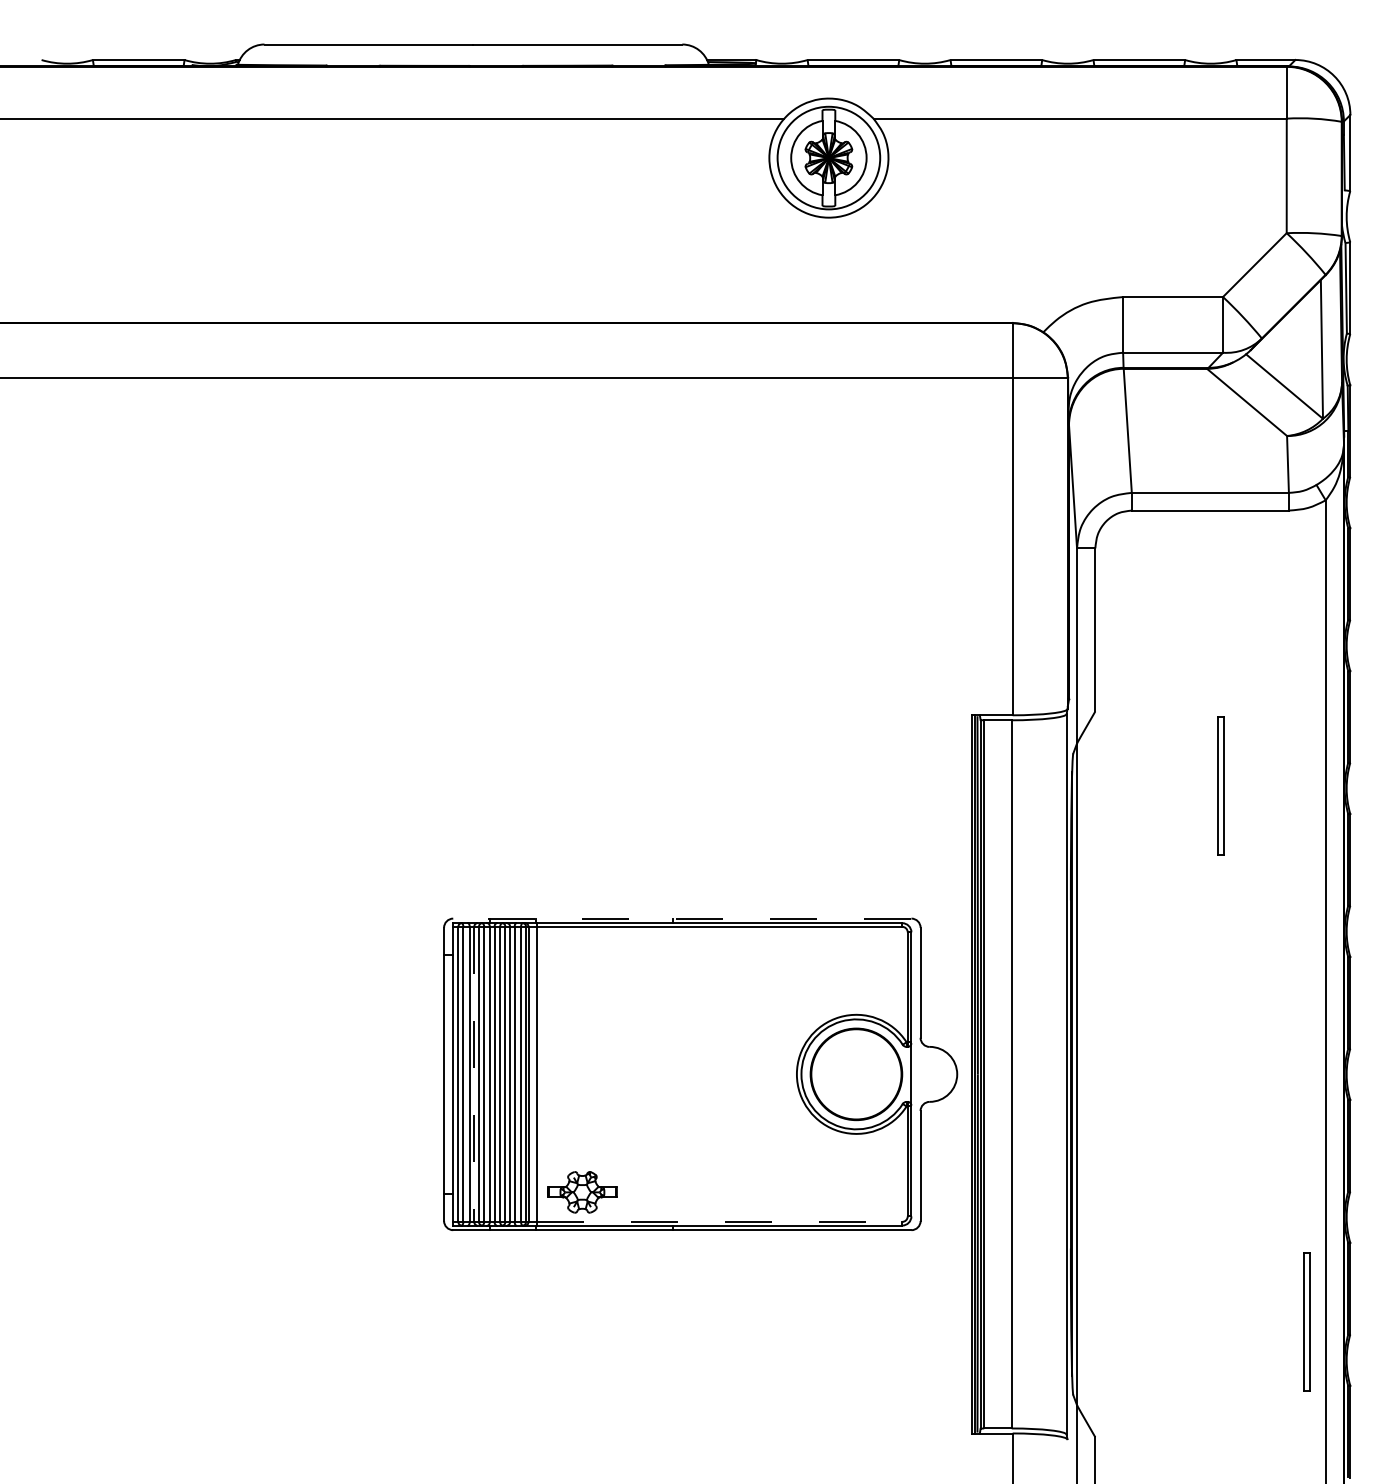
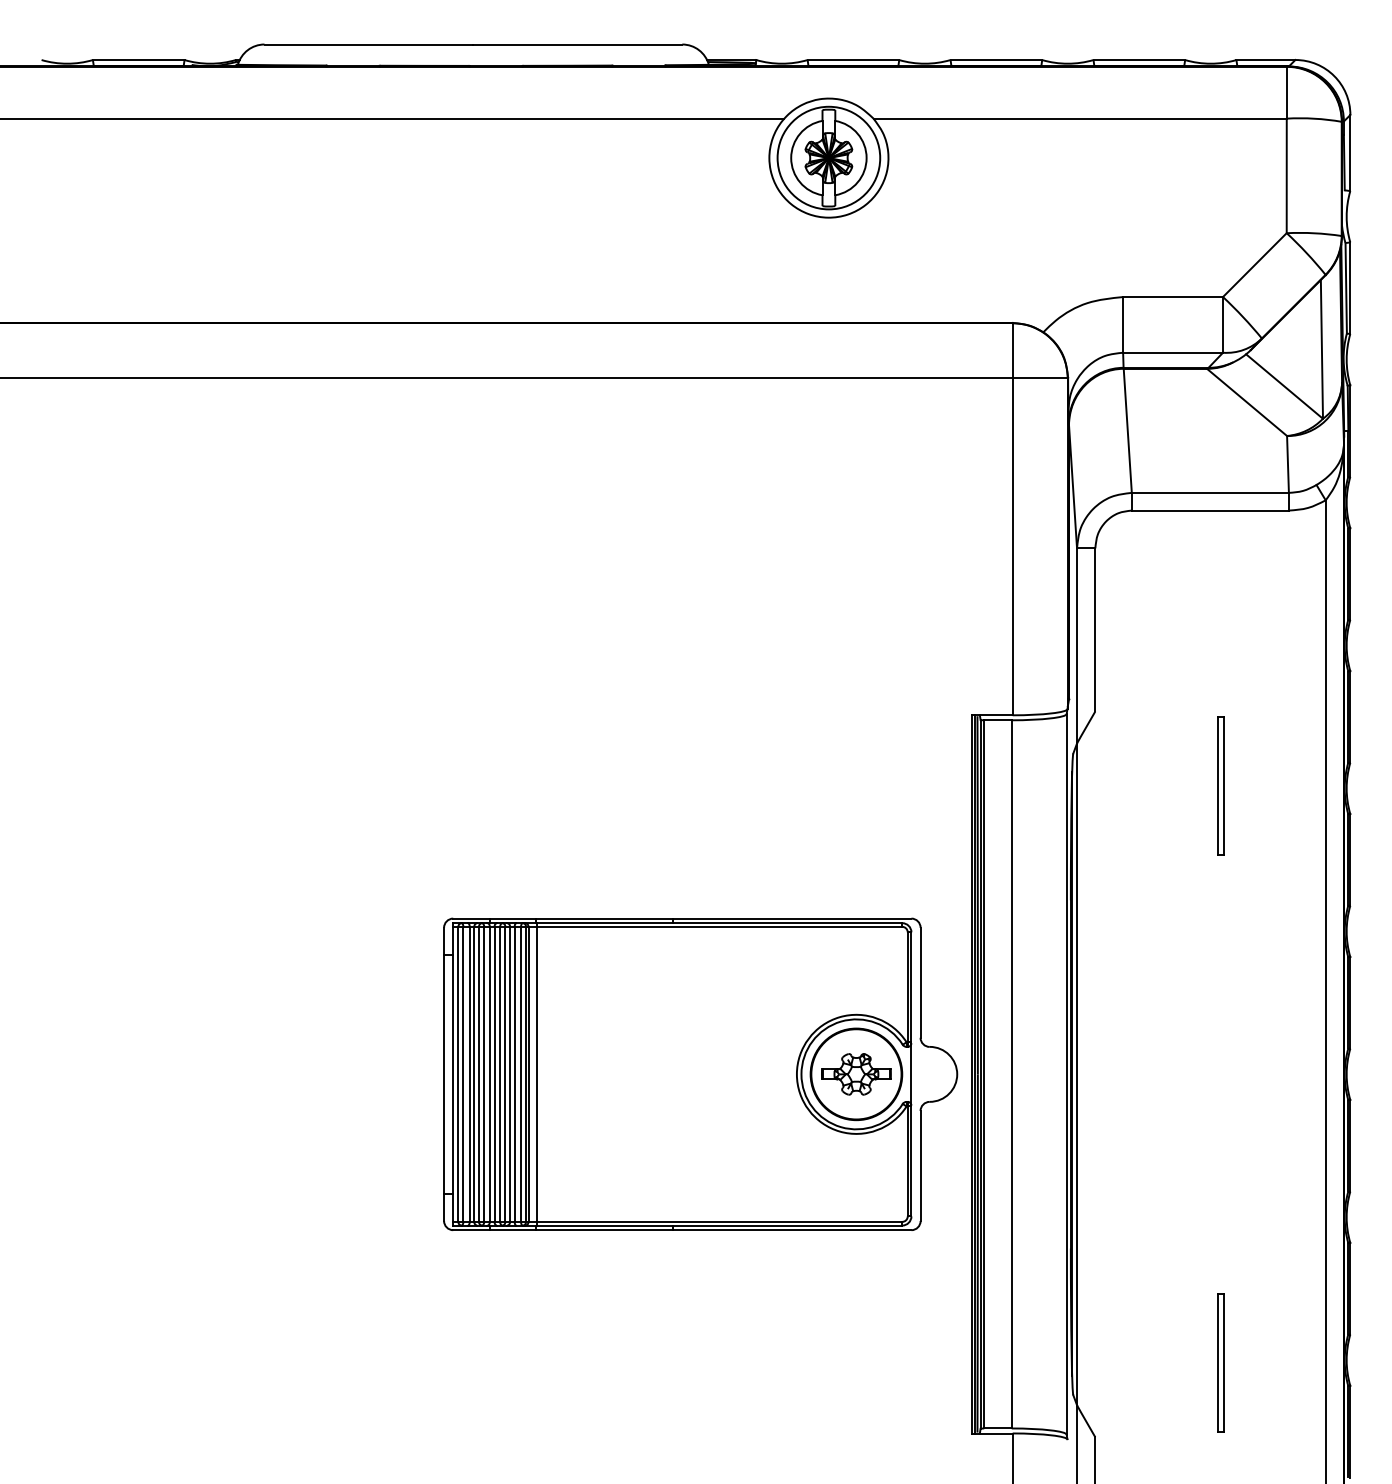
line at (681, 918): dashed -> solid
line at (474, 1074): dashed -> solid
part at (582, 1192) position: (582, 1192) -> (856, 1074)
line at (719, 1221): dashed -> solid
part at (1306, 1321) position: (1306, 1321) -> (1220, 1362)
